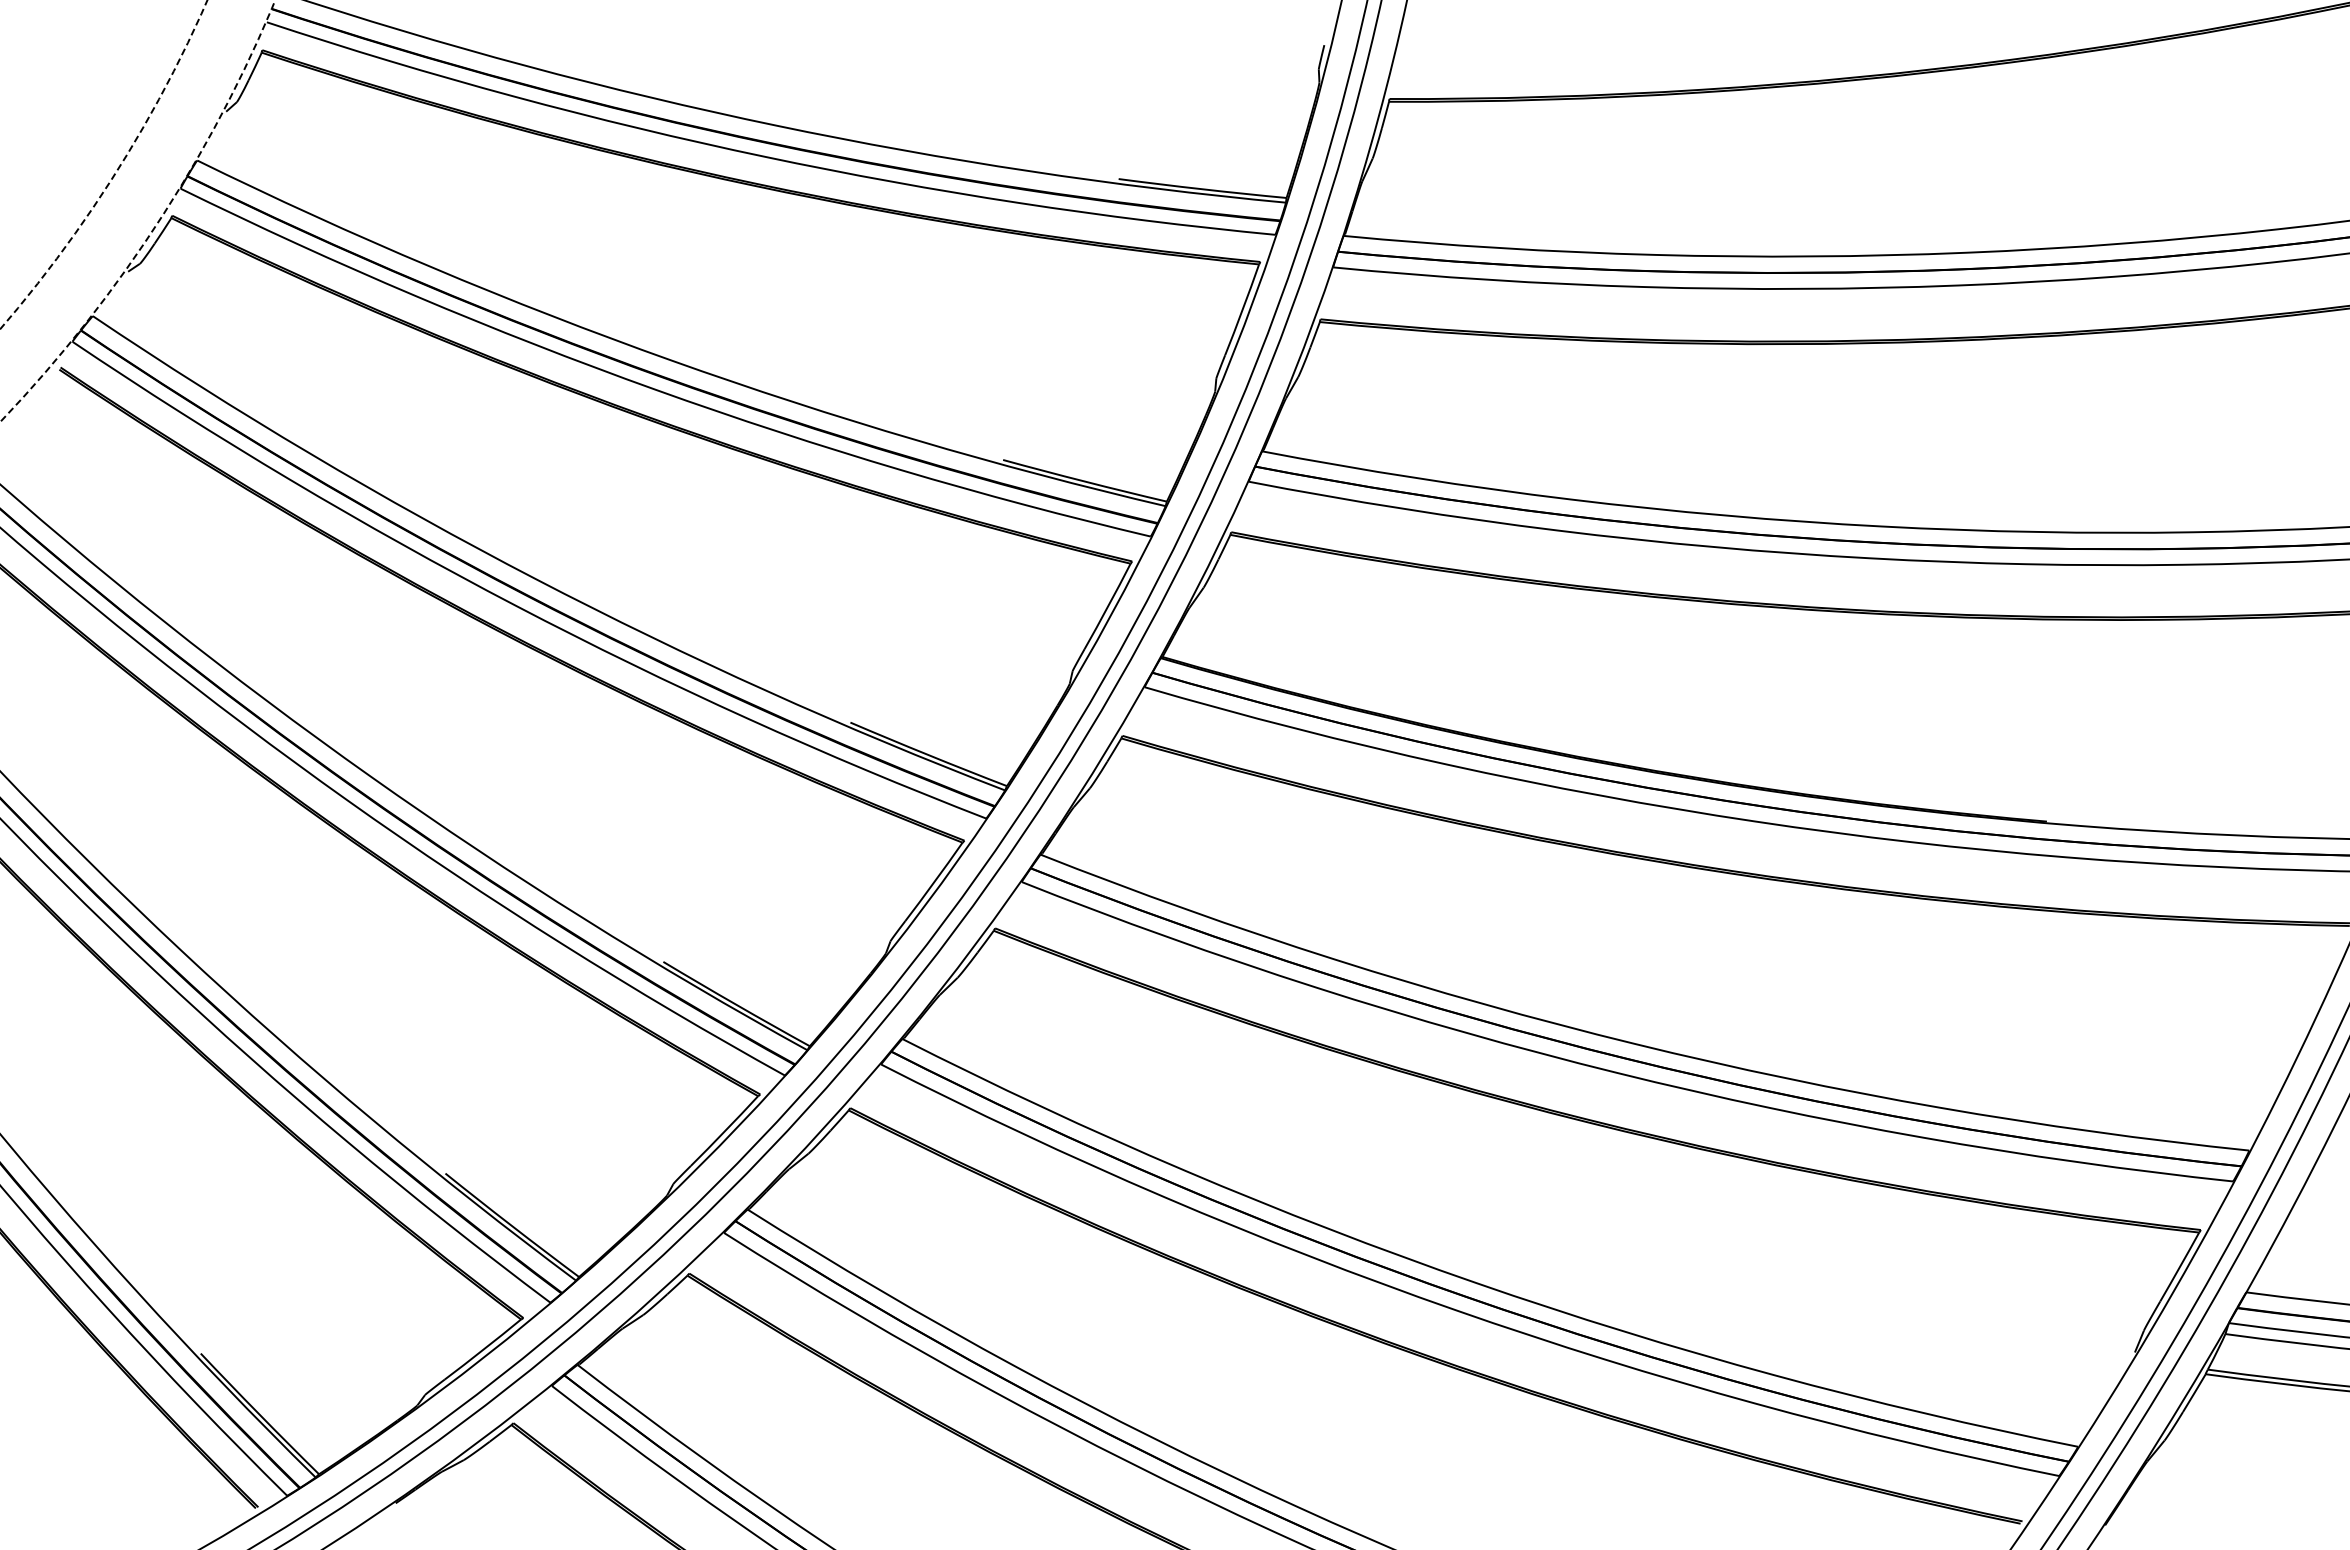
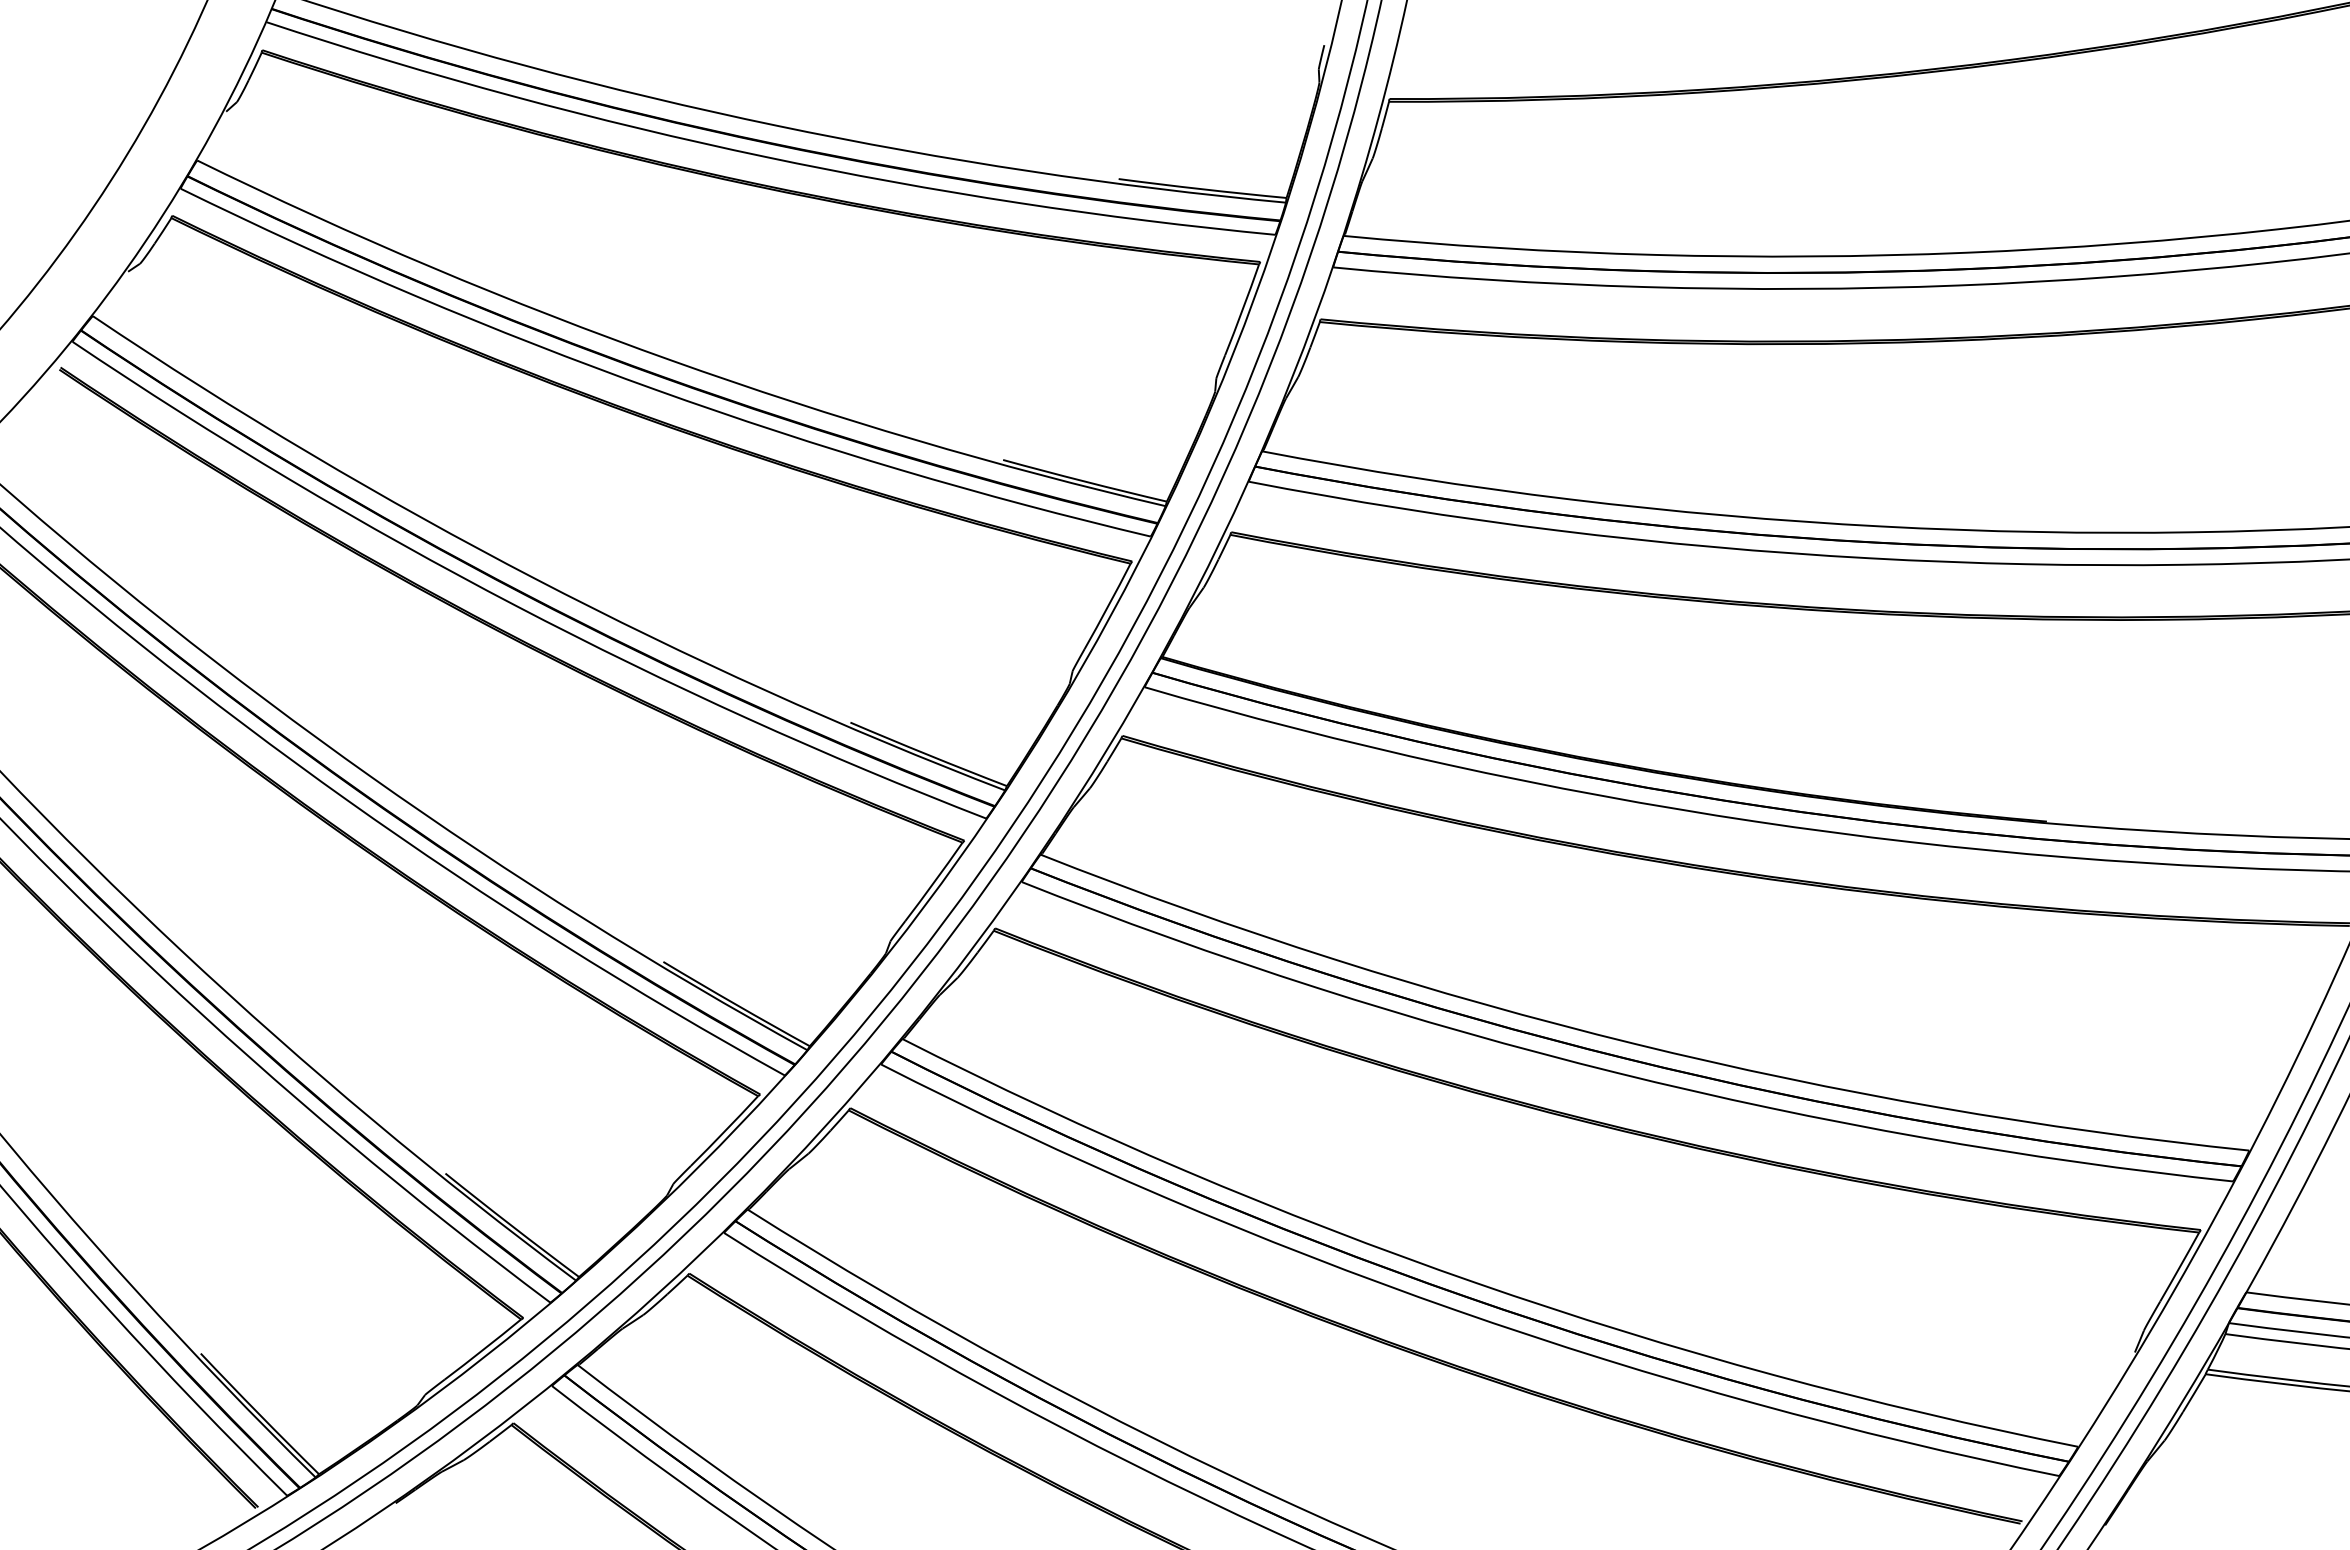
circle at (103, 164): dashed -> solid
circle at (137, 210): dashed -> solid
